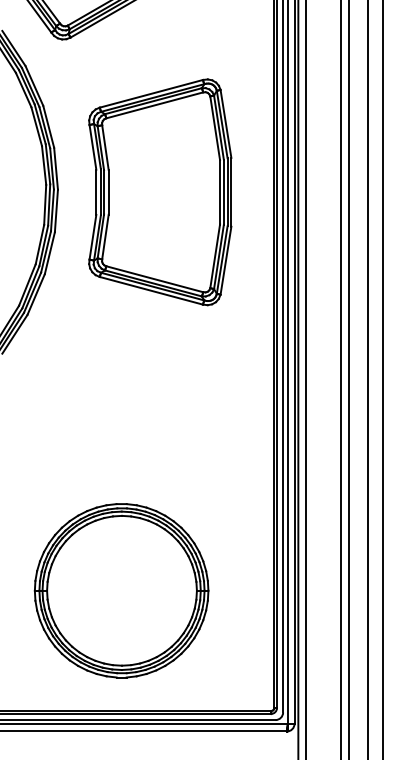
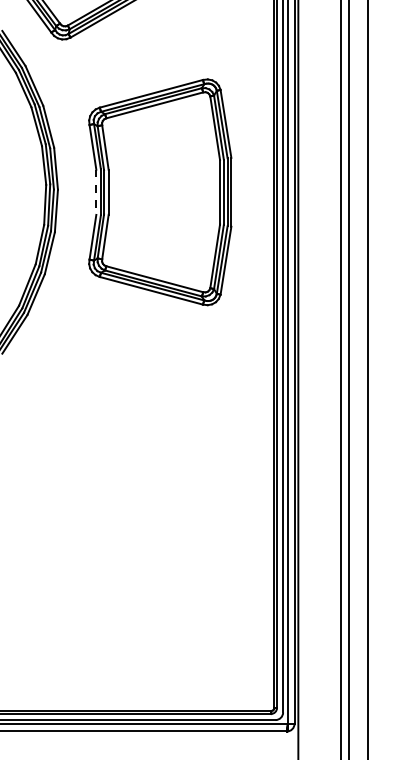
line at (96, 192): solid -> dashed
line at (305, 379): present -> none
line at (383, 379): present -> none
part at (121, 590): present -> none
